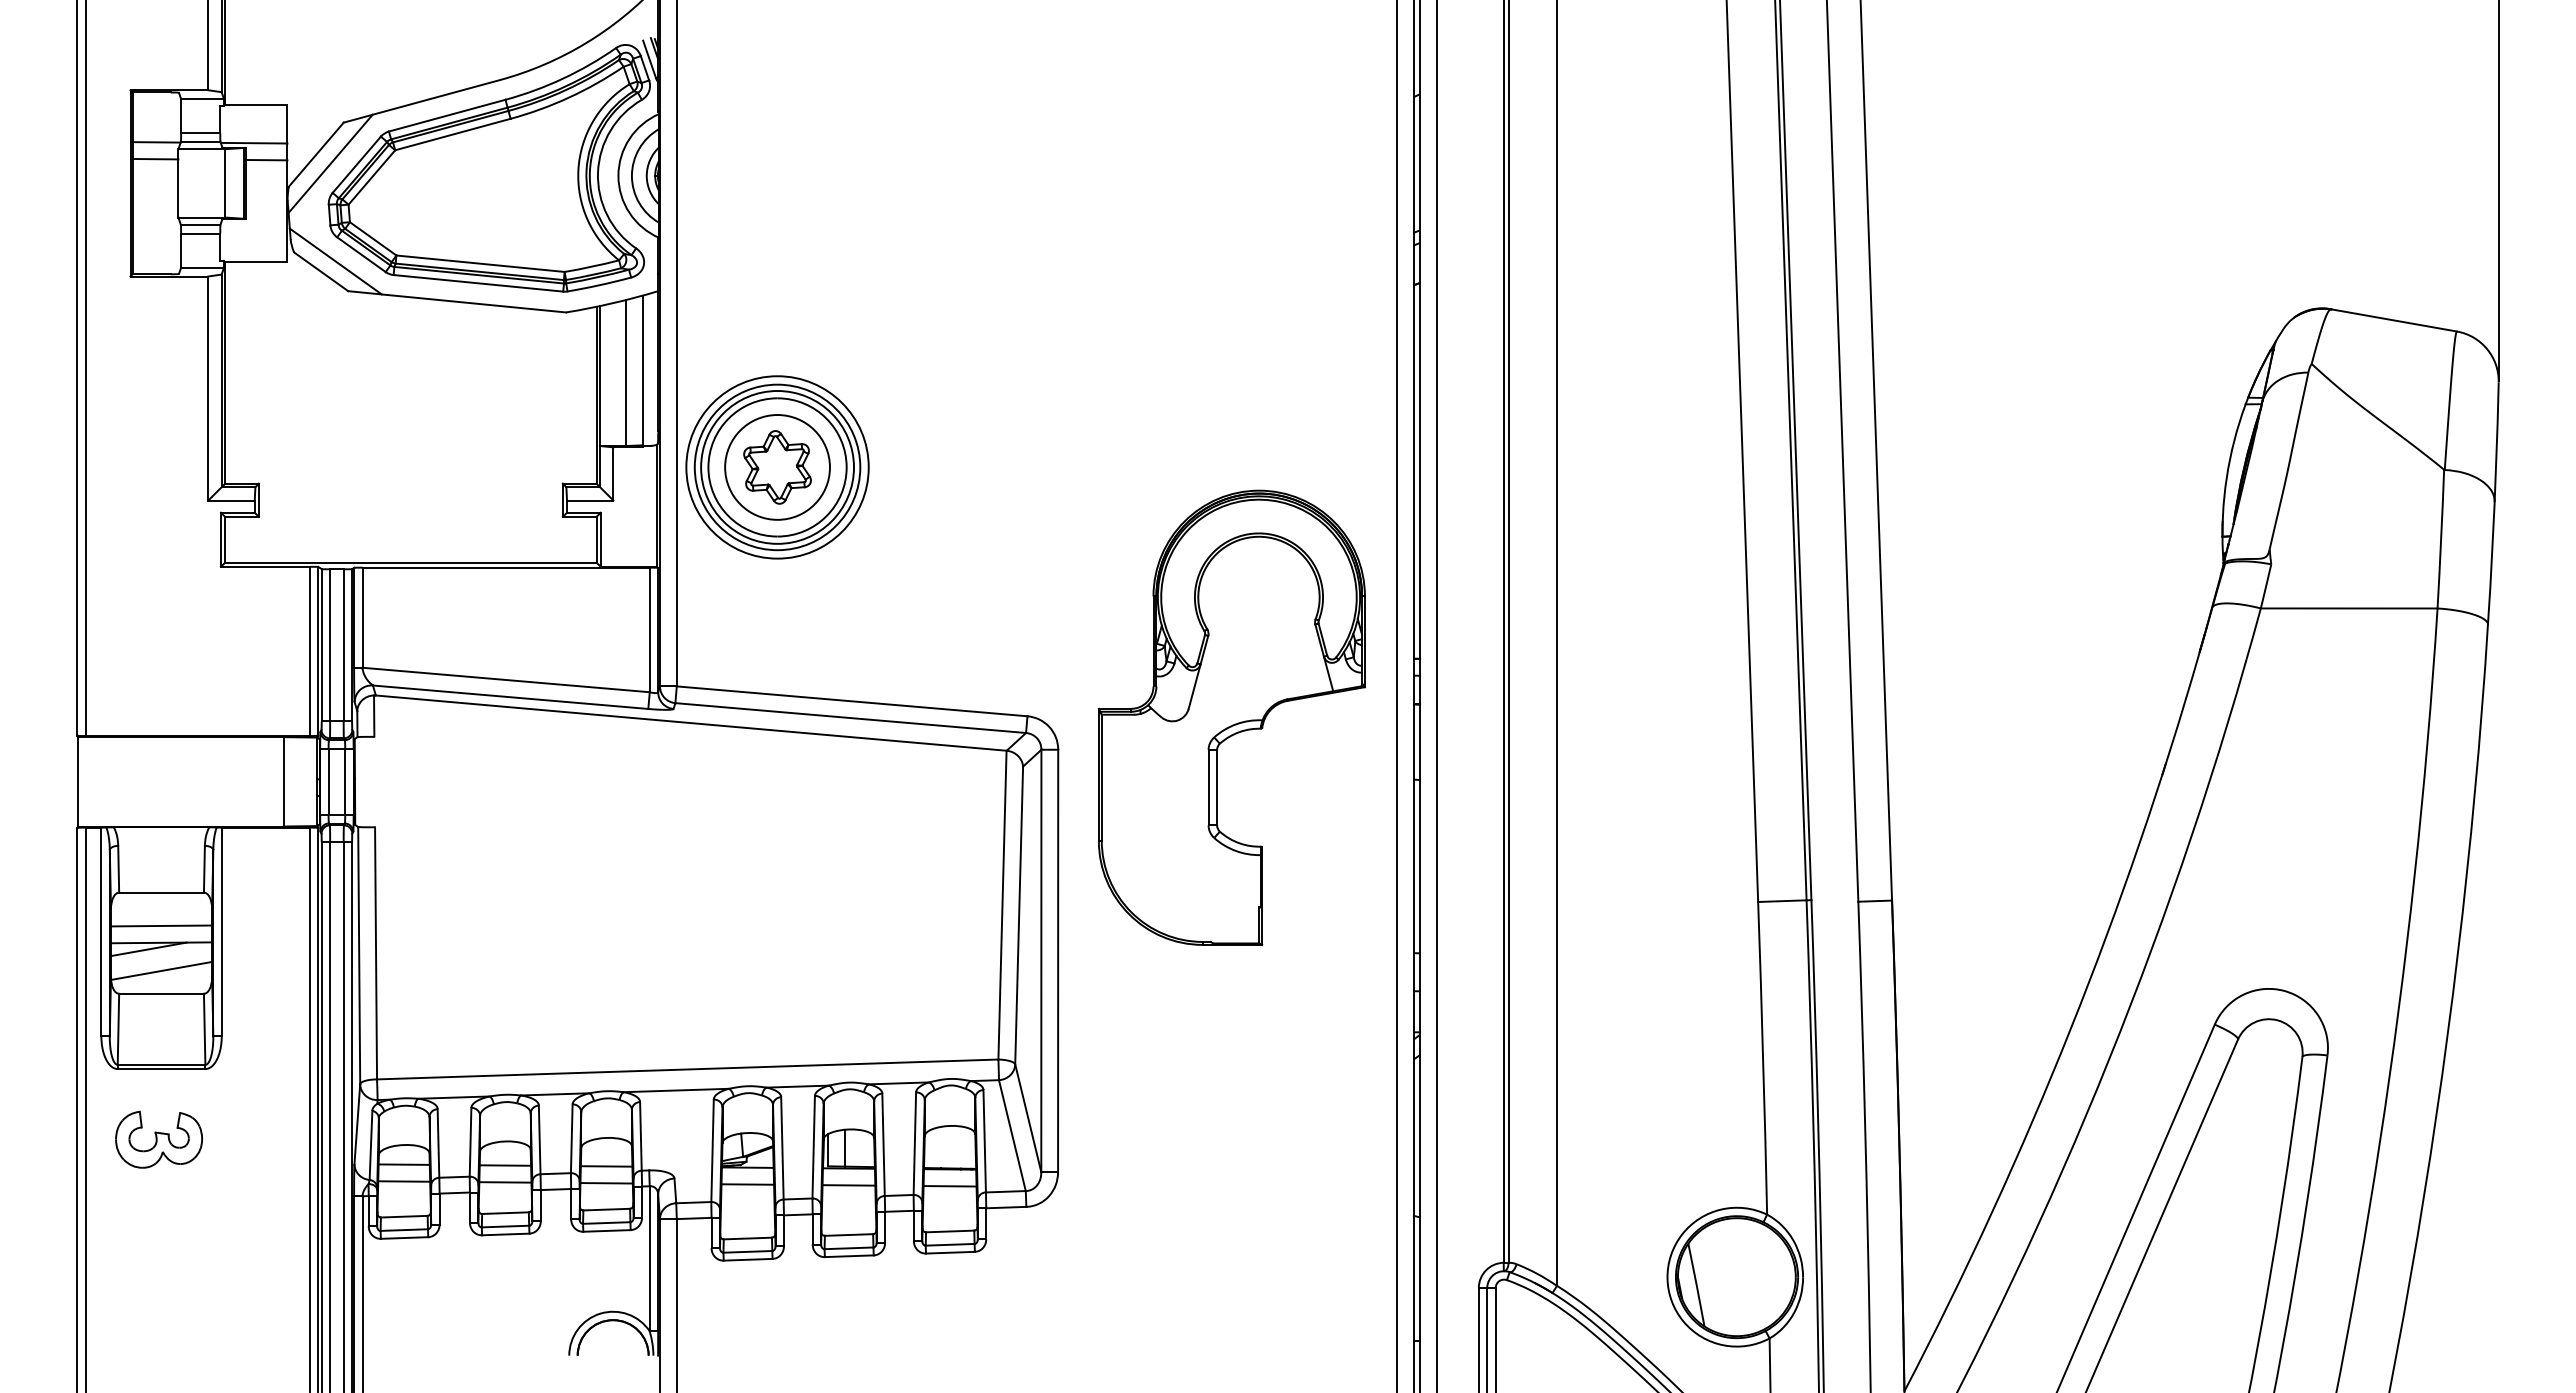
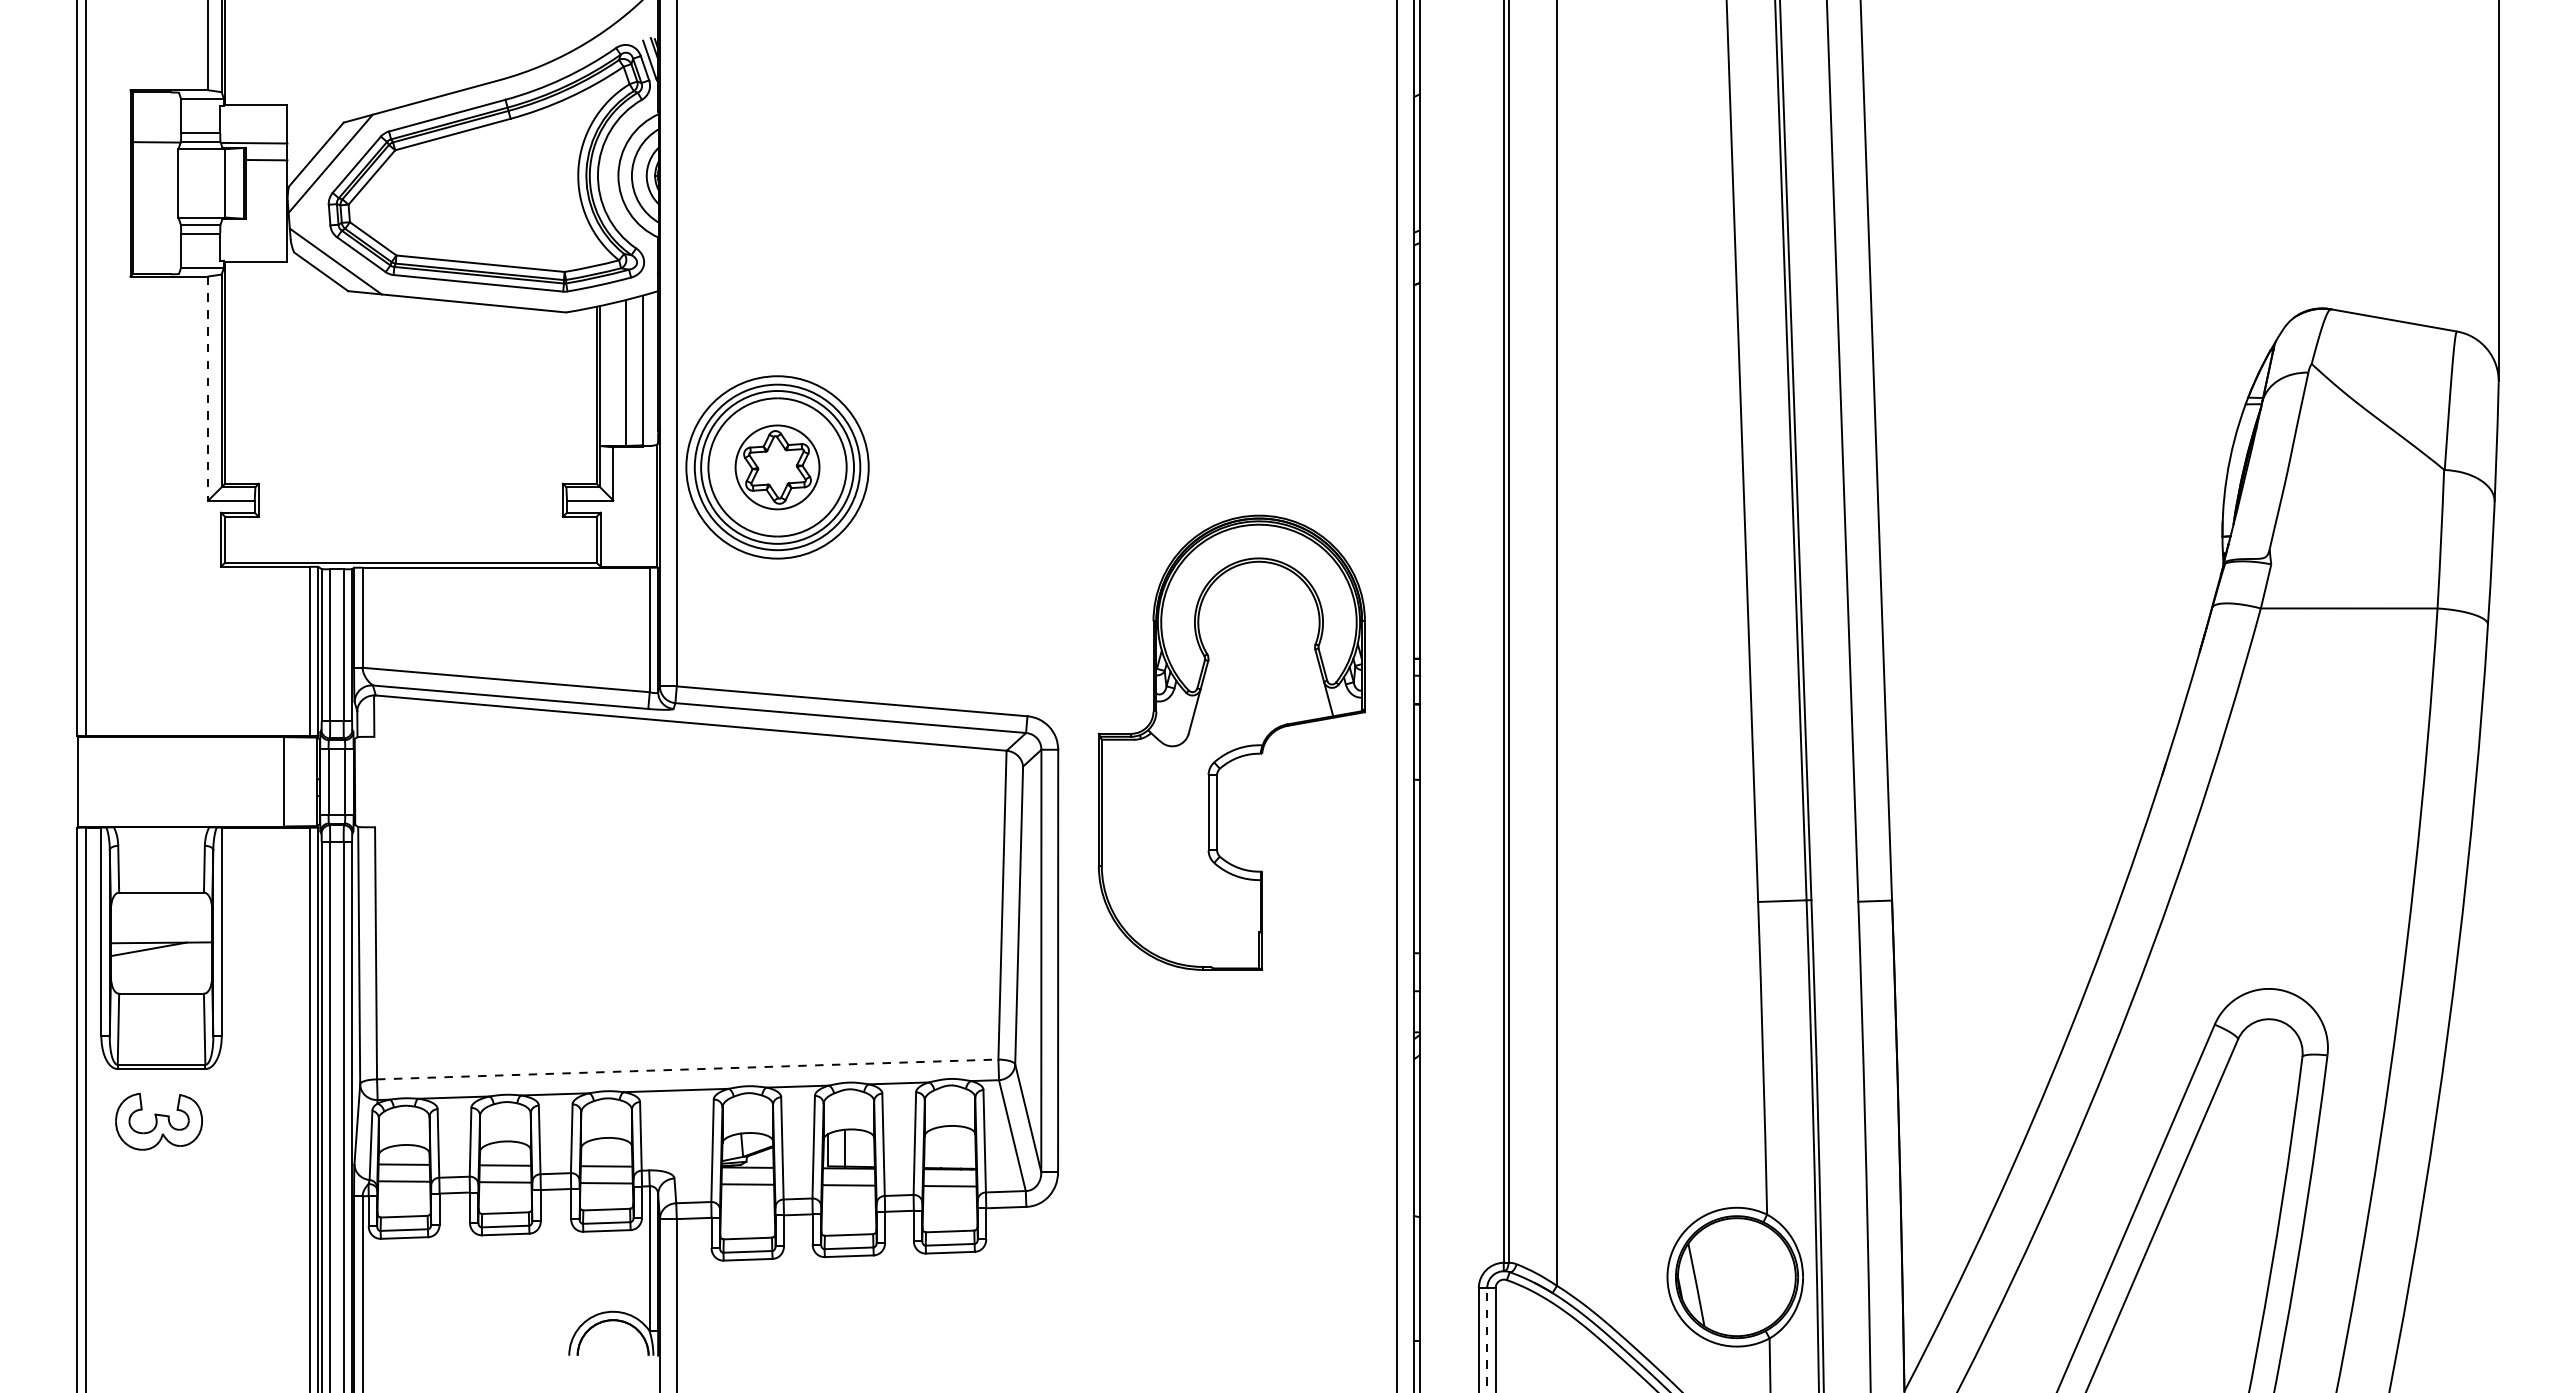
line at (155, 159): present -> none
line at (208, 389): solid -> dashed
circle at (777, 467) diameter: 105 px -> 84 px
line at (1436, 695): present -> none
part at (1231, 717) position: (1231, 717) -> (1231, 742)
line at (161, 925): present -> none
line at (161, 970): present -> none
line at (687, 1069): solid -> dashed
part at (158, 1139) position: (158, 1139) -> (158, 1121)
line at (1487, 1339): solid -> dashed
